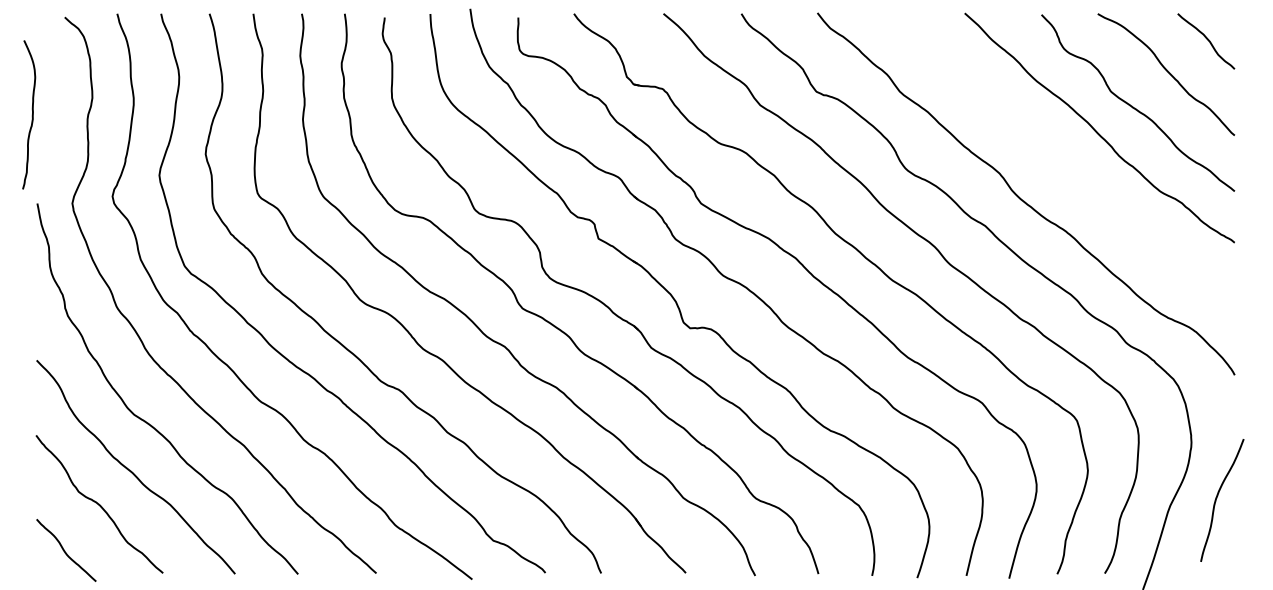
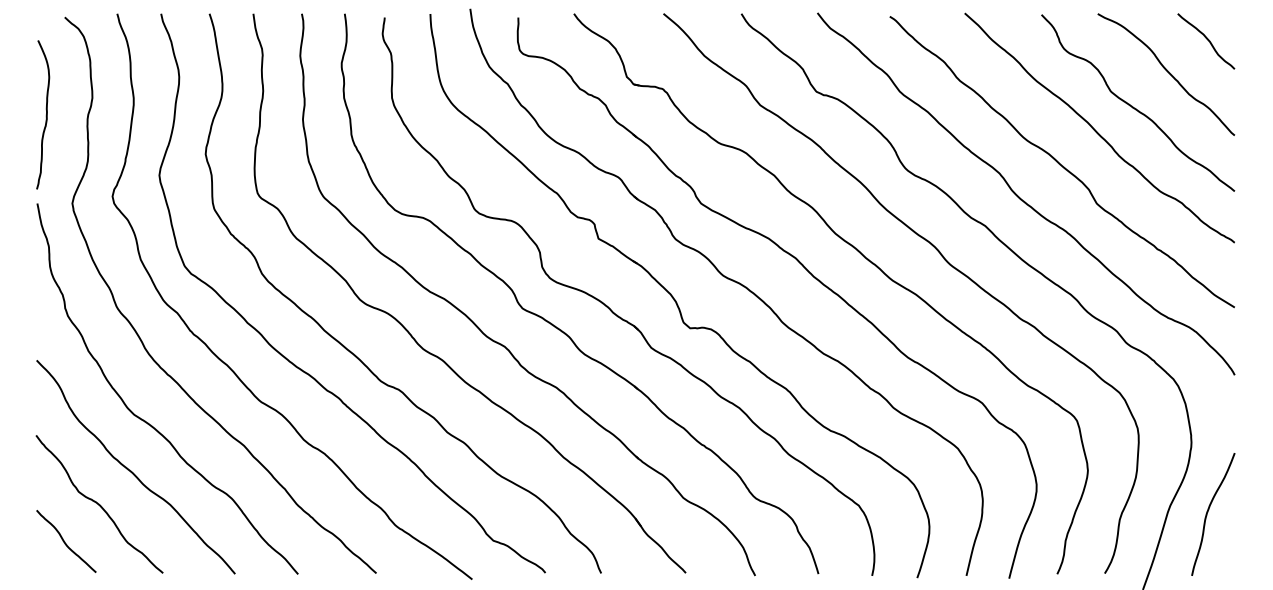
curve at (31, 115) position: (31, 115) -> (45, 115)
curve at (1060, 163): none -> present
curve at (1217, 498) position: (1217, 498) -> (1208, 512)
curve at (65, 550) position: (65, 550) -> (65, 541)
